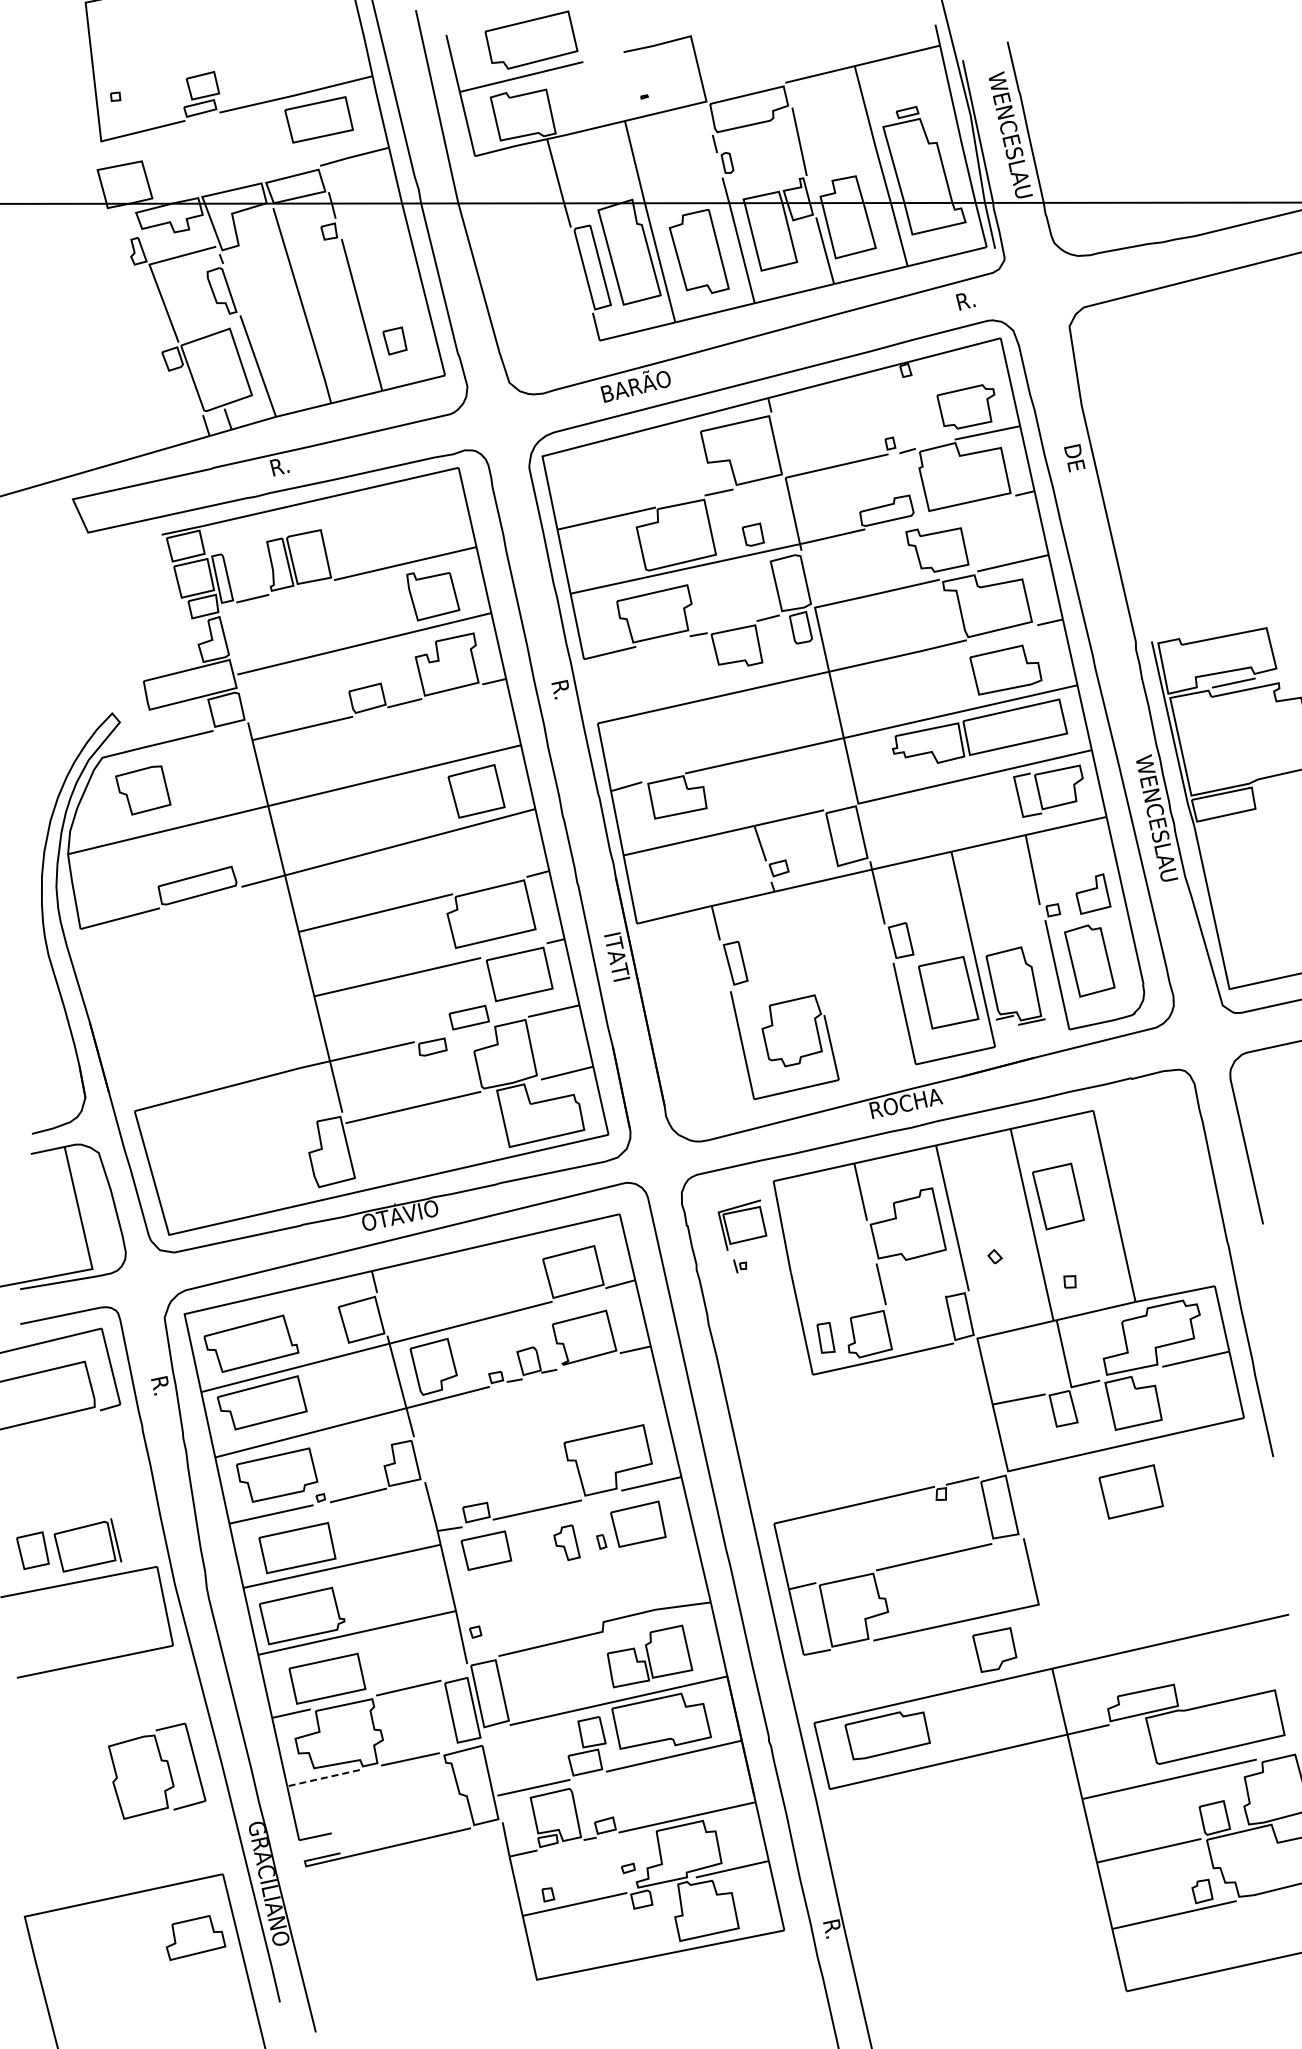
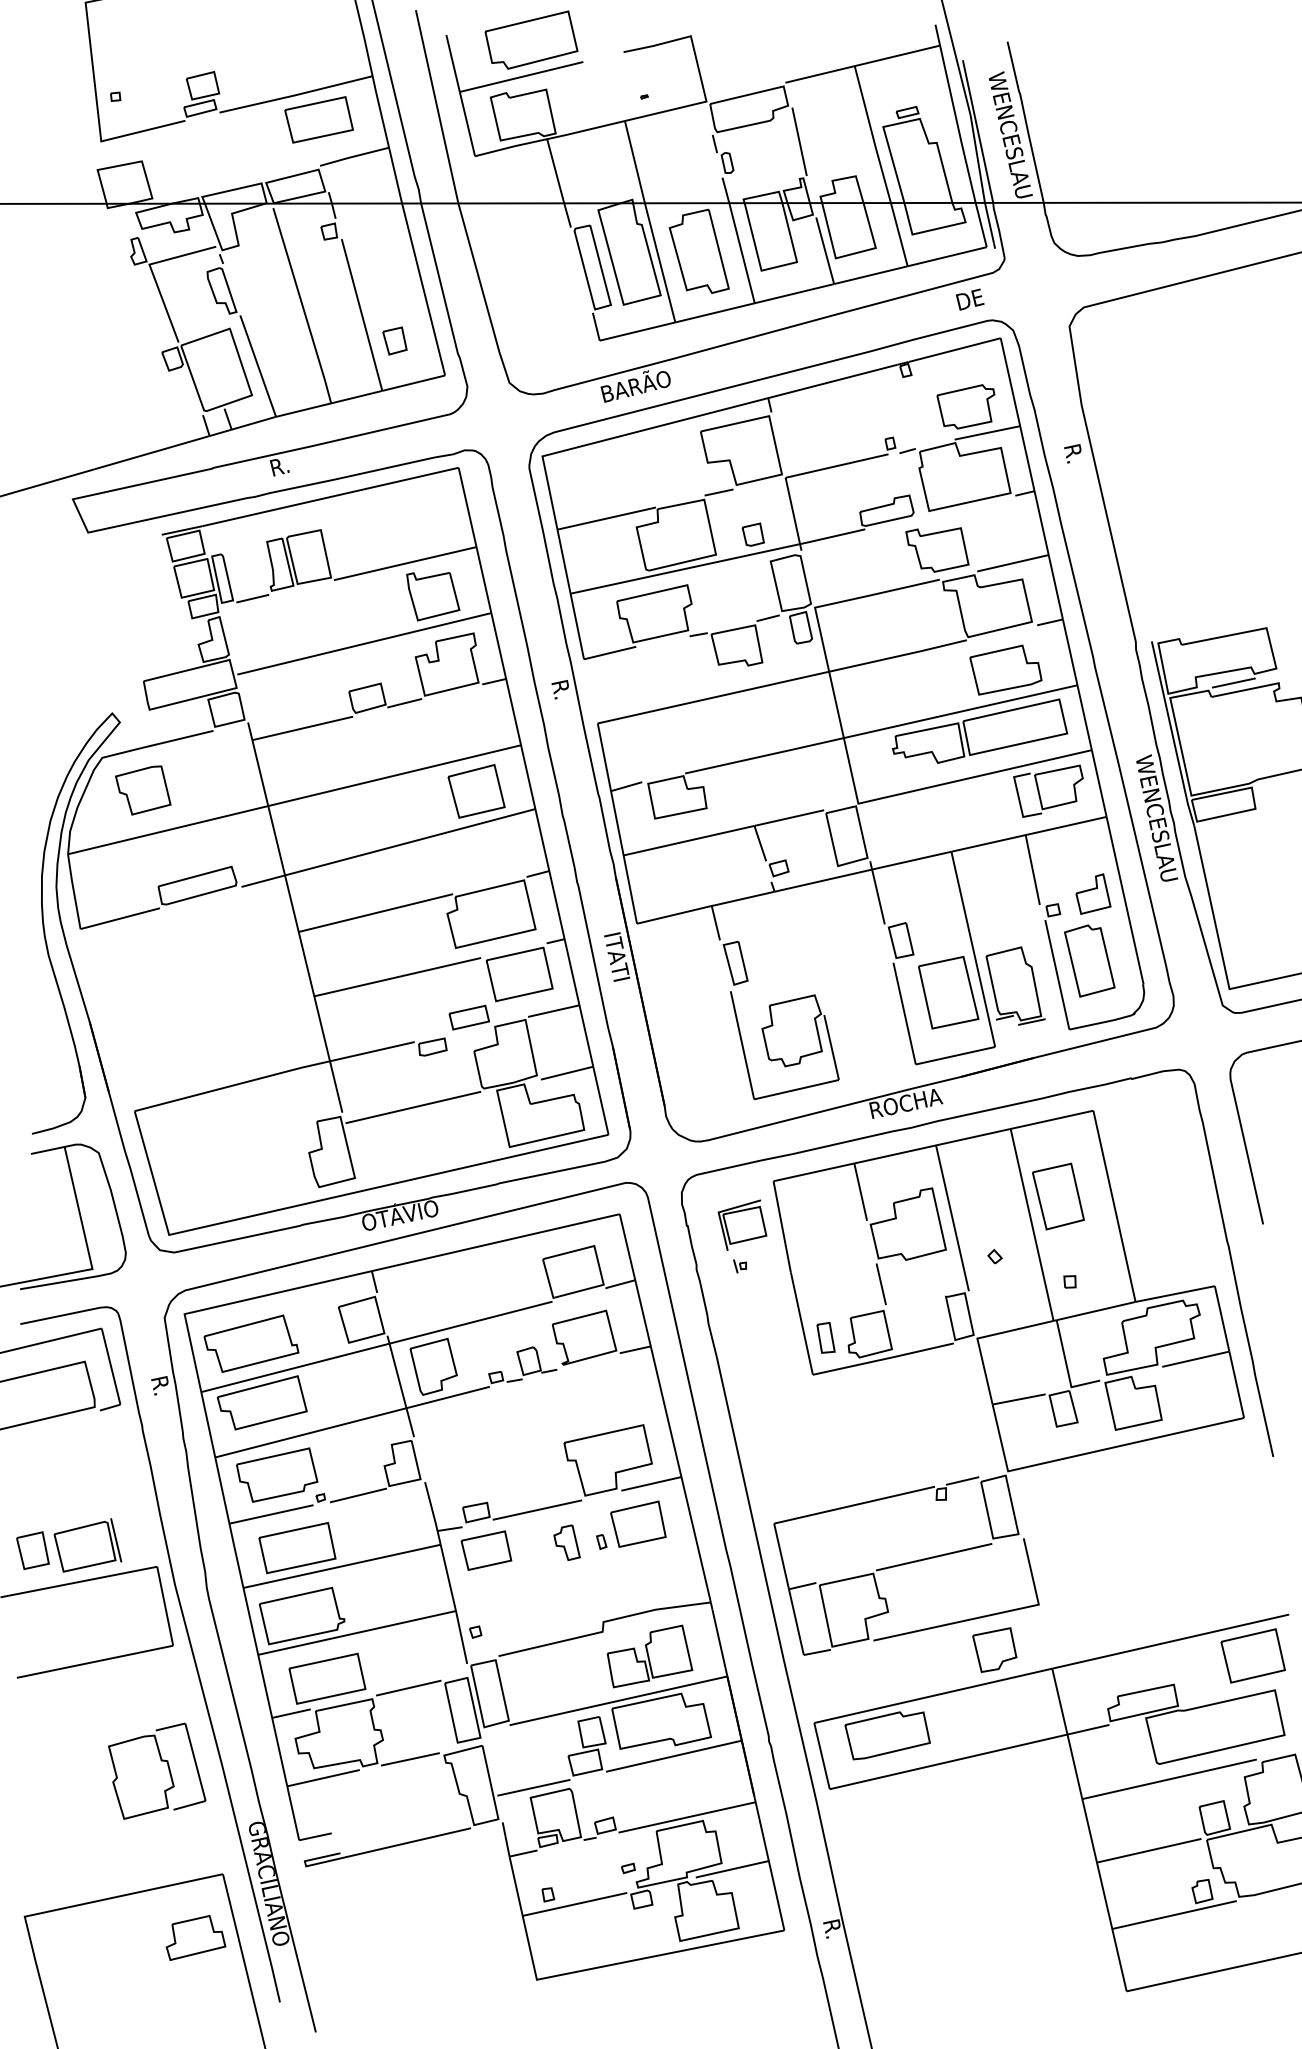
text at (971, 299): R. -> DE
text at (1074, 459): DE -> R.
part at (1130, 1491) position: (1130, 1491) -> (1252, 1655)
line at (323, 1778): dashed -> solid
